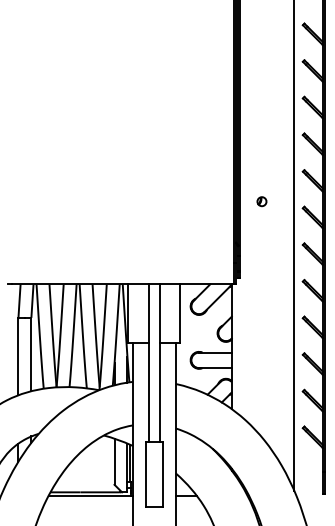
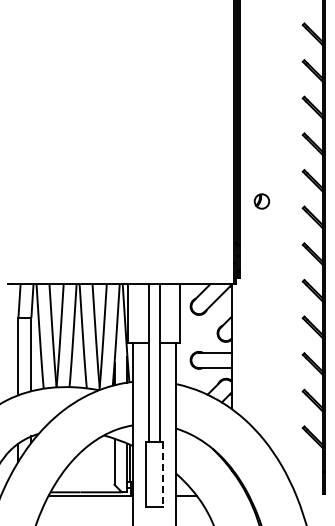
part at (261, 201) size: 12x12 px -> 18x17 px
line at (294, 246): present -> none
line at (162, 474): solid -> dashed
